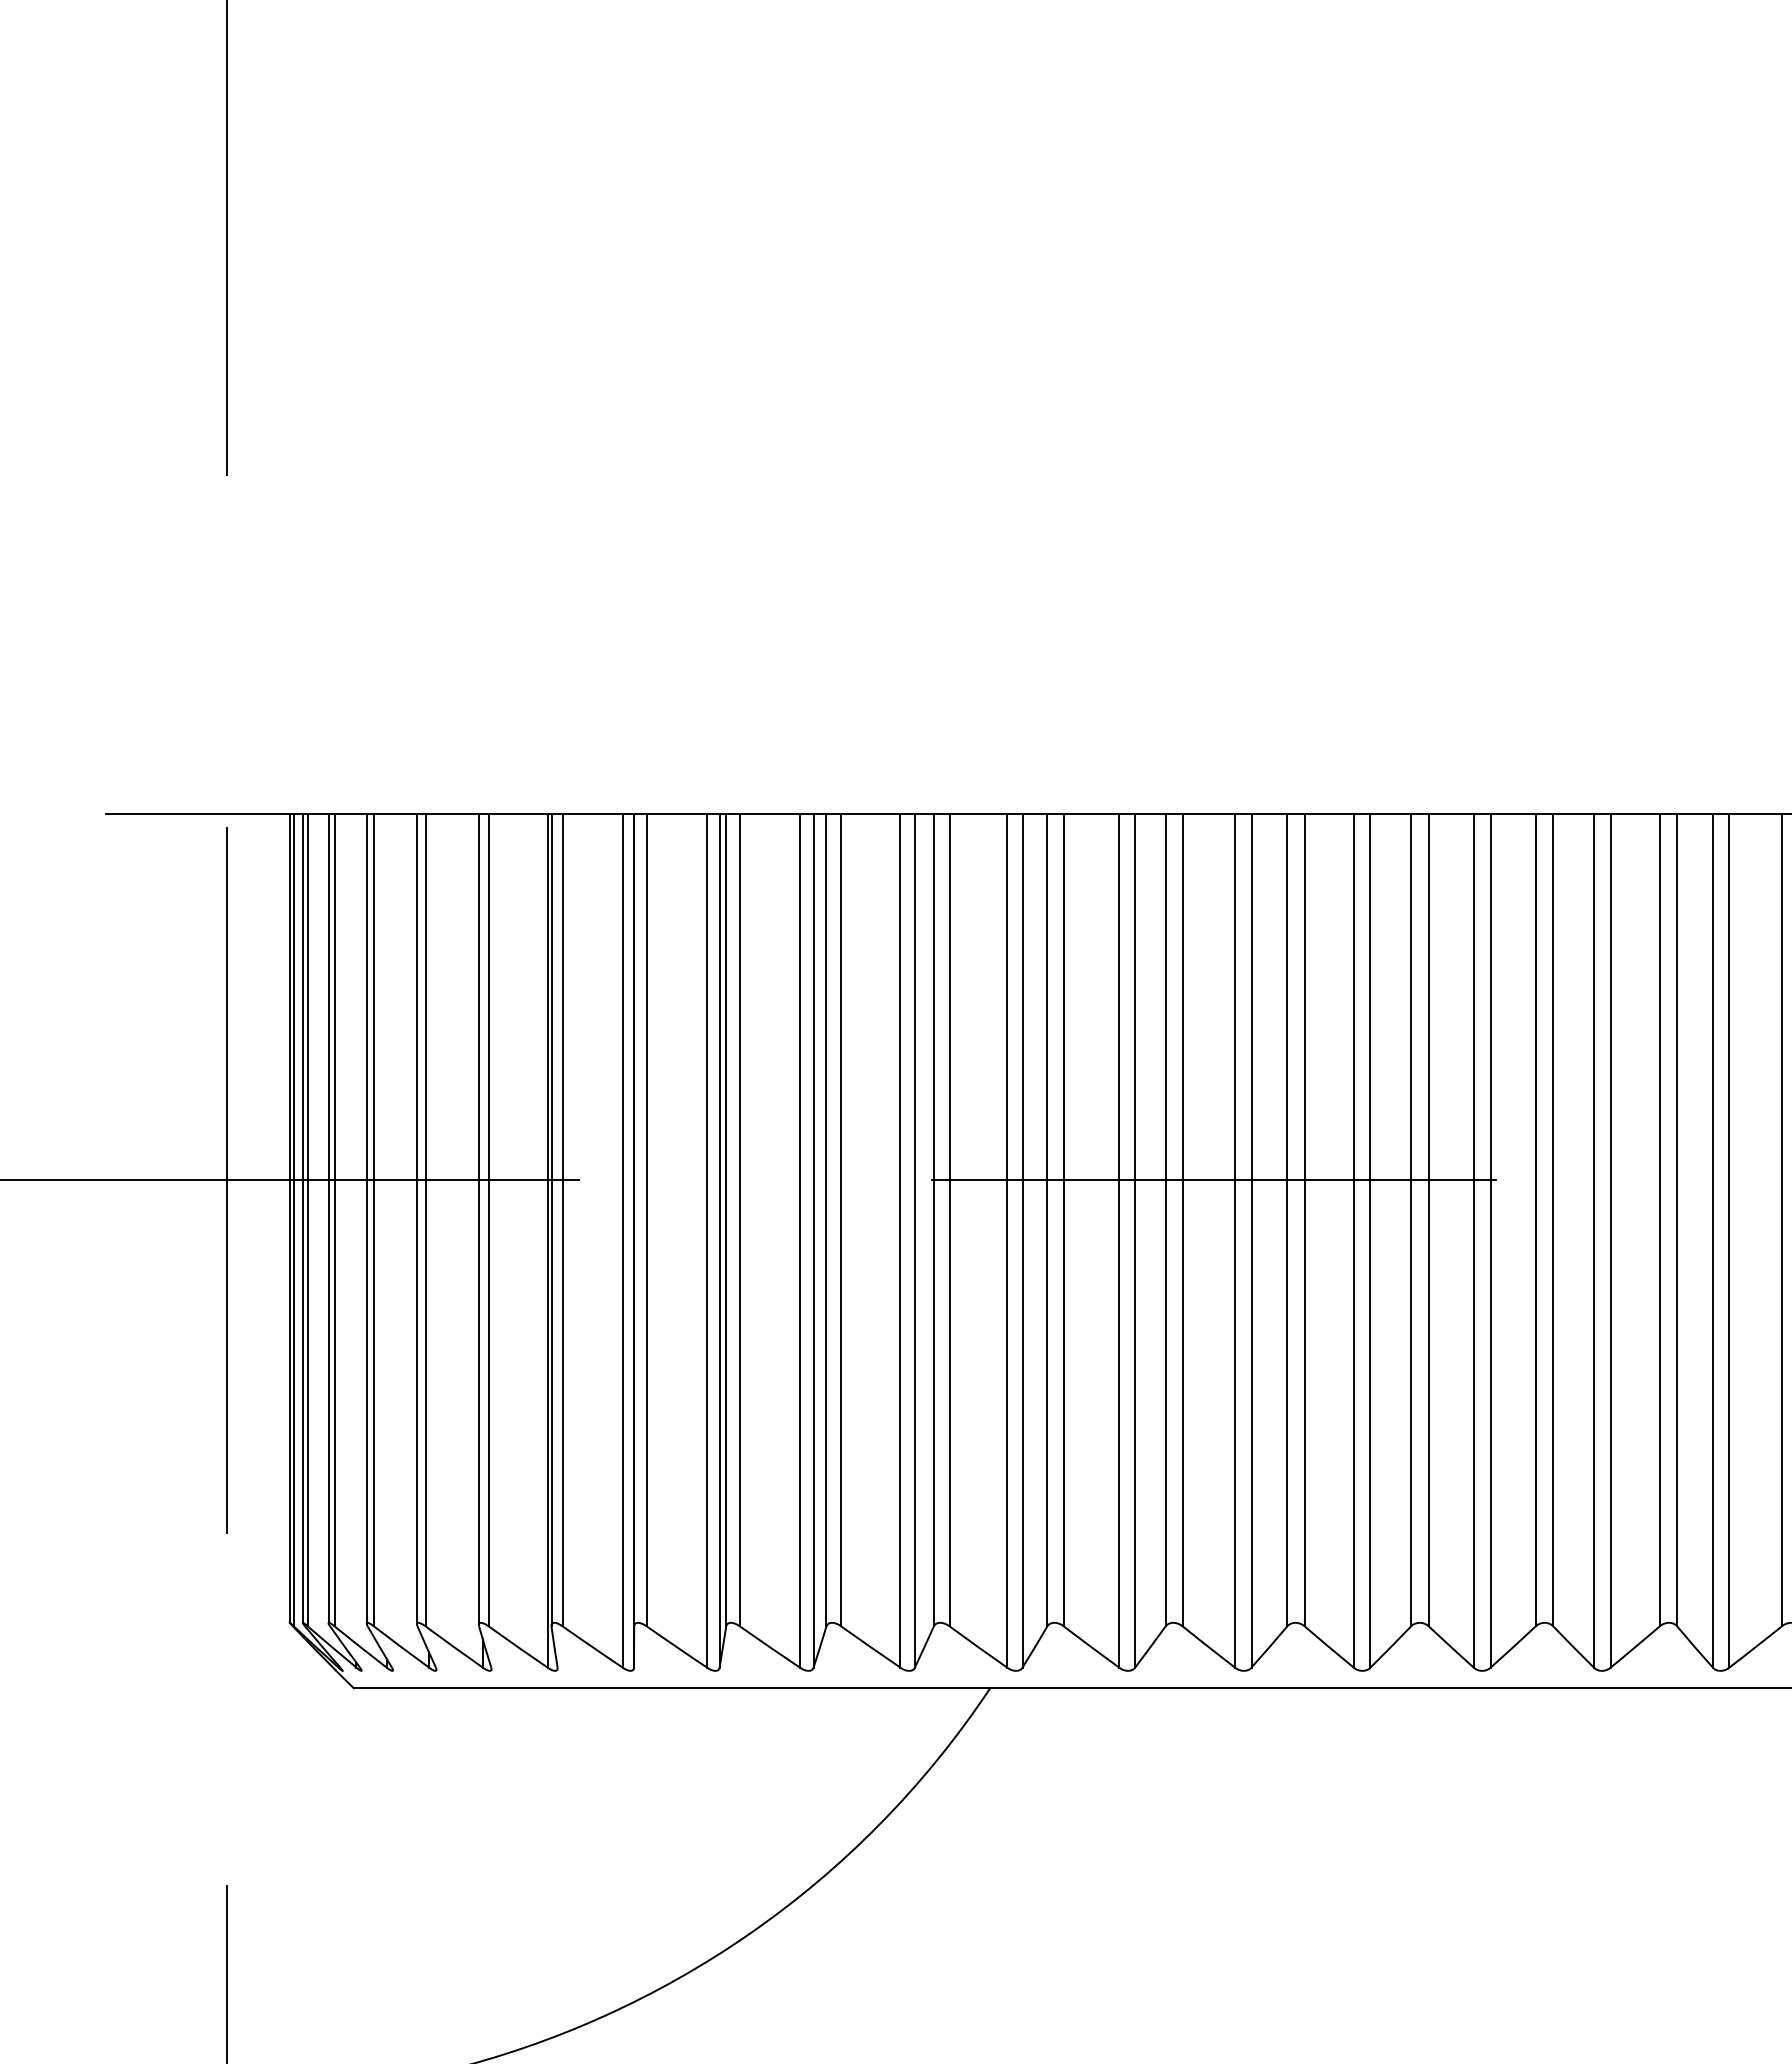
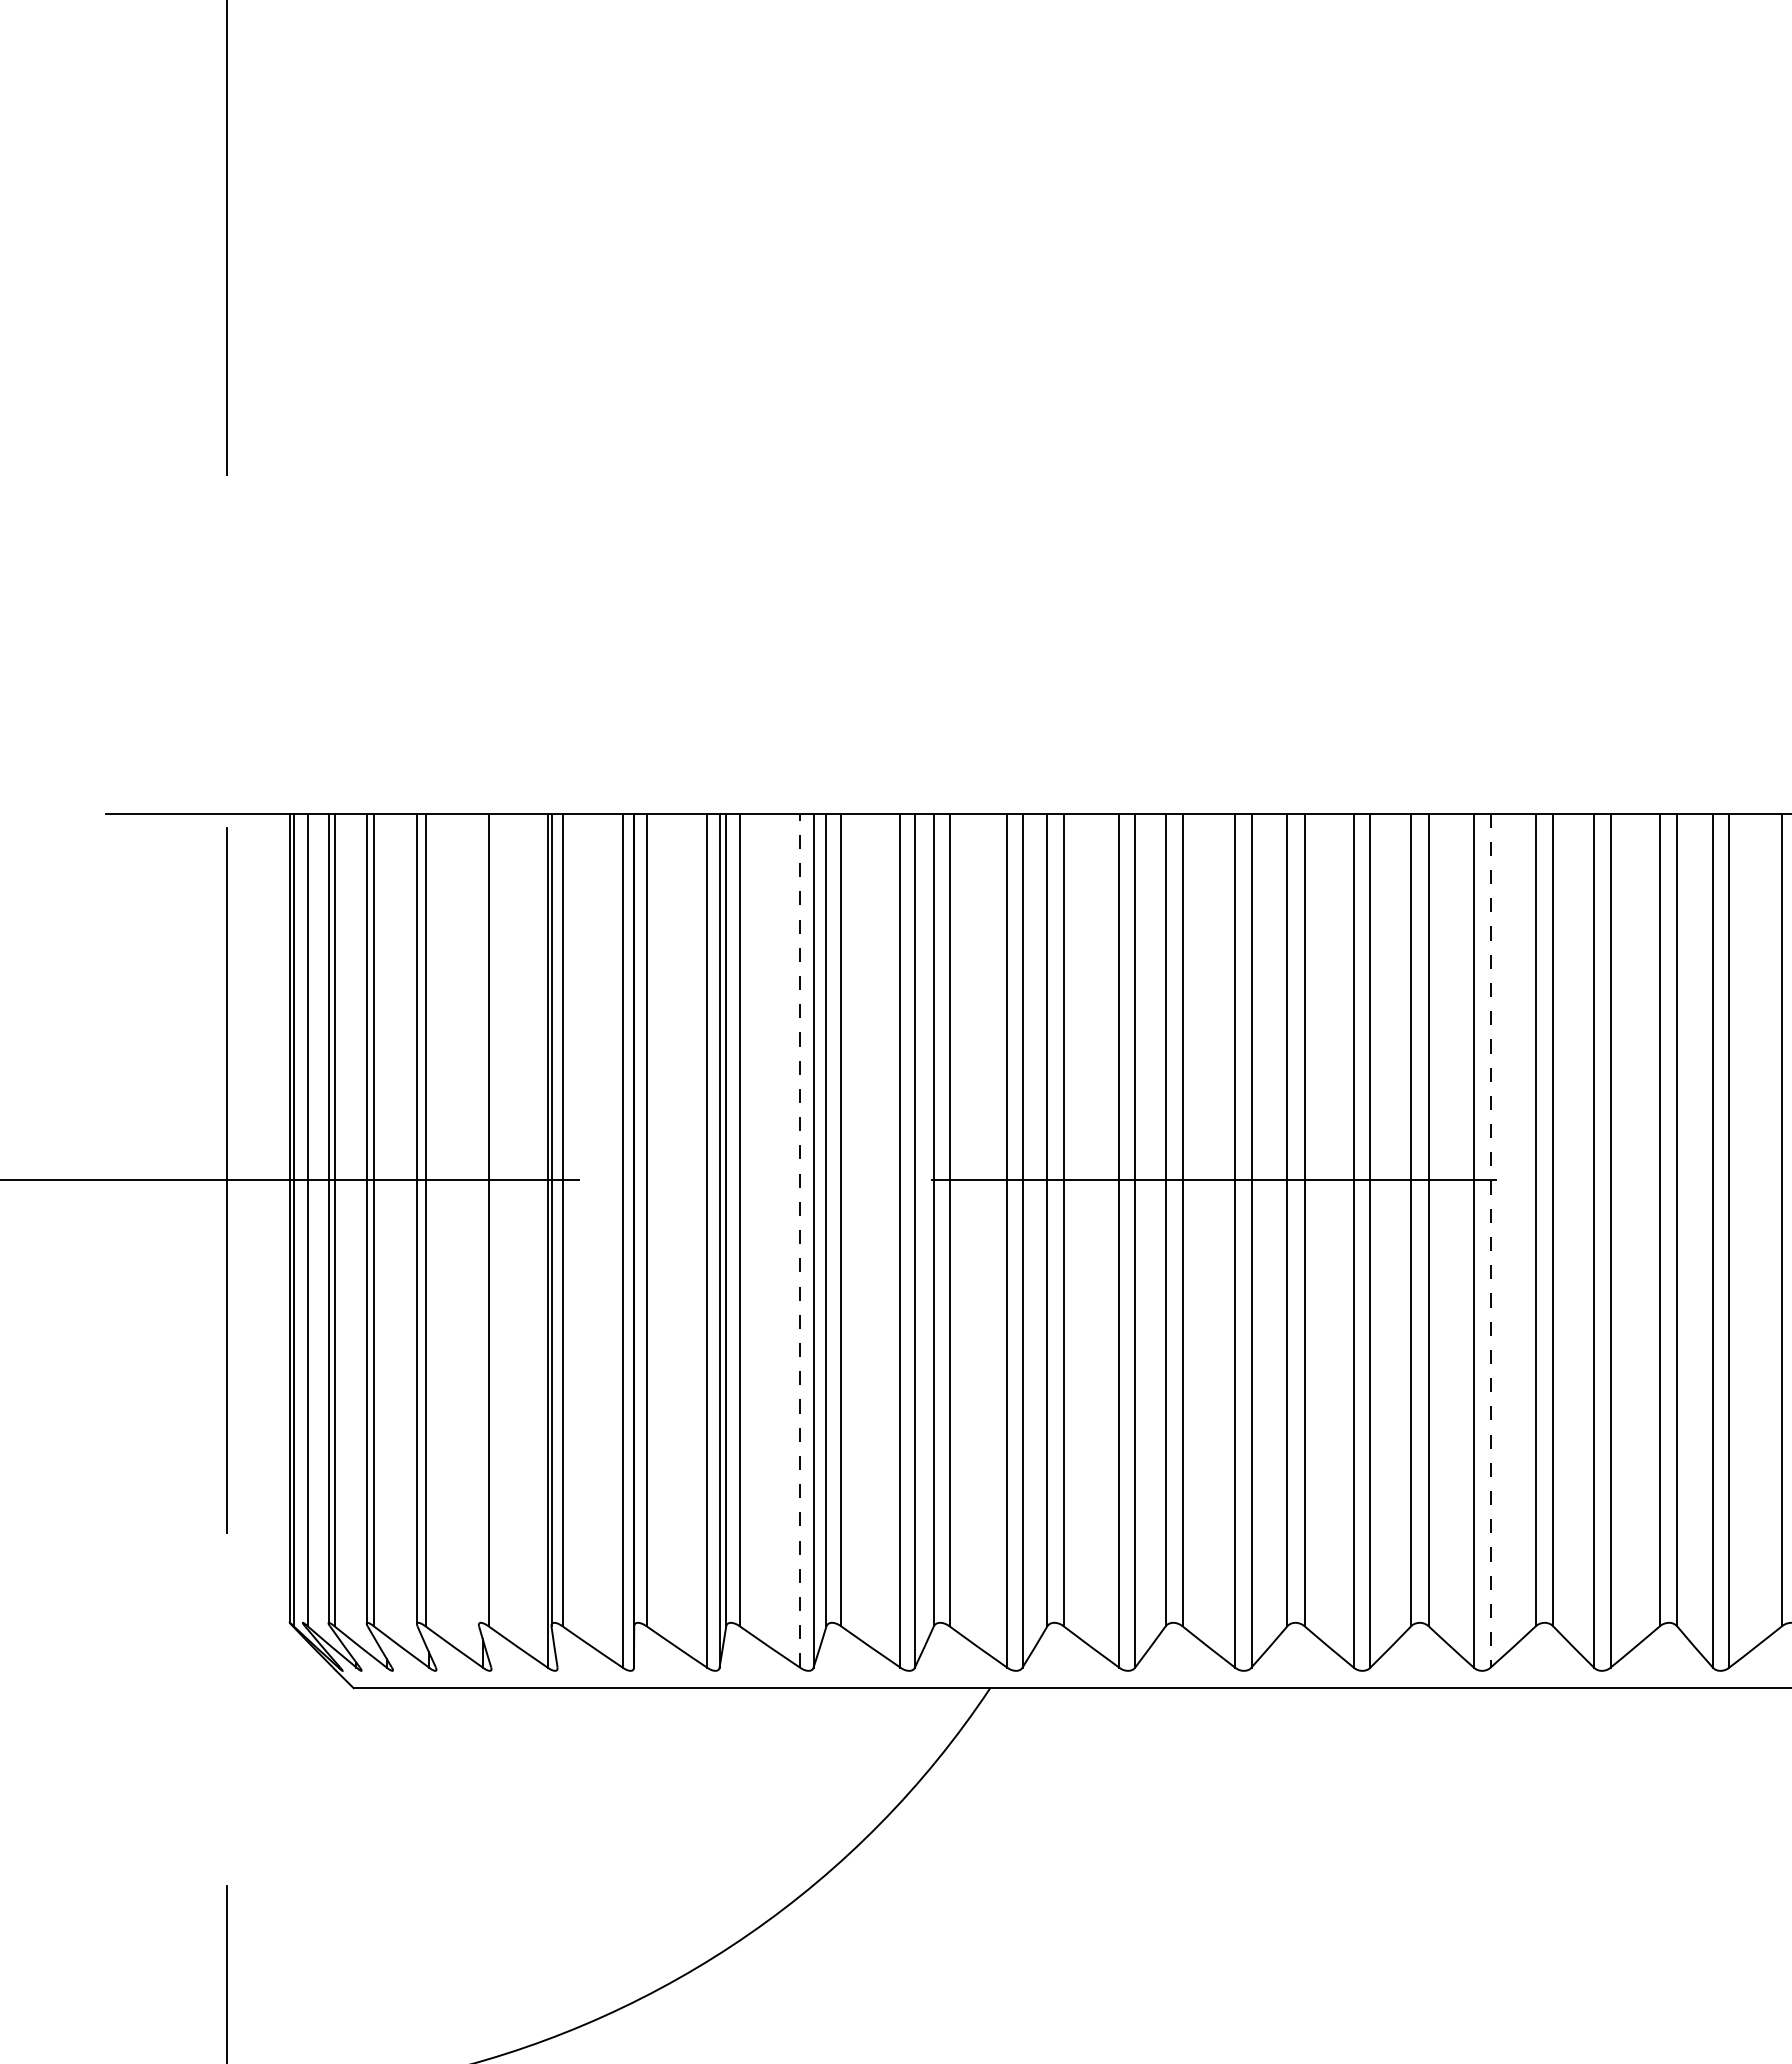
line at (302, 1218): present -> none
line at (478, 1218): present -> none
line at (799, 1240): solid -> dashed
line at (1490, 1240): solid -> dashed
